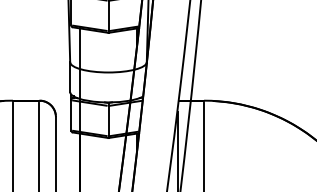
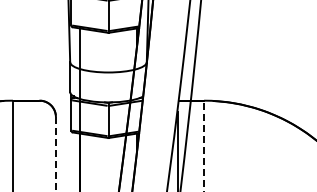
line at (39, 145): present -> none
line at (204, 147): solid -> dashed
line at (55, 154): solid -> dashed
